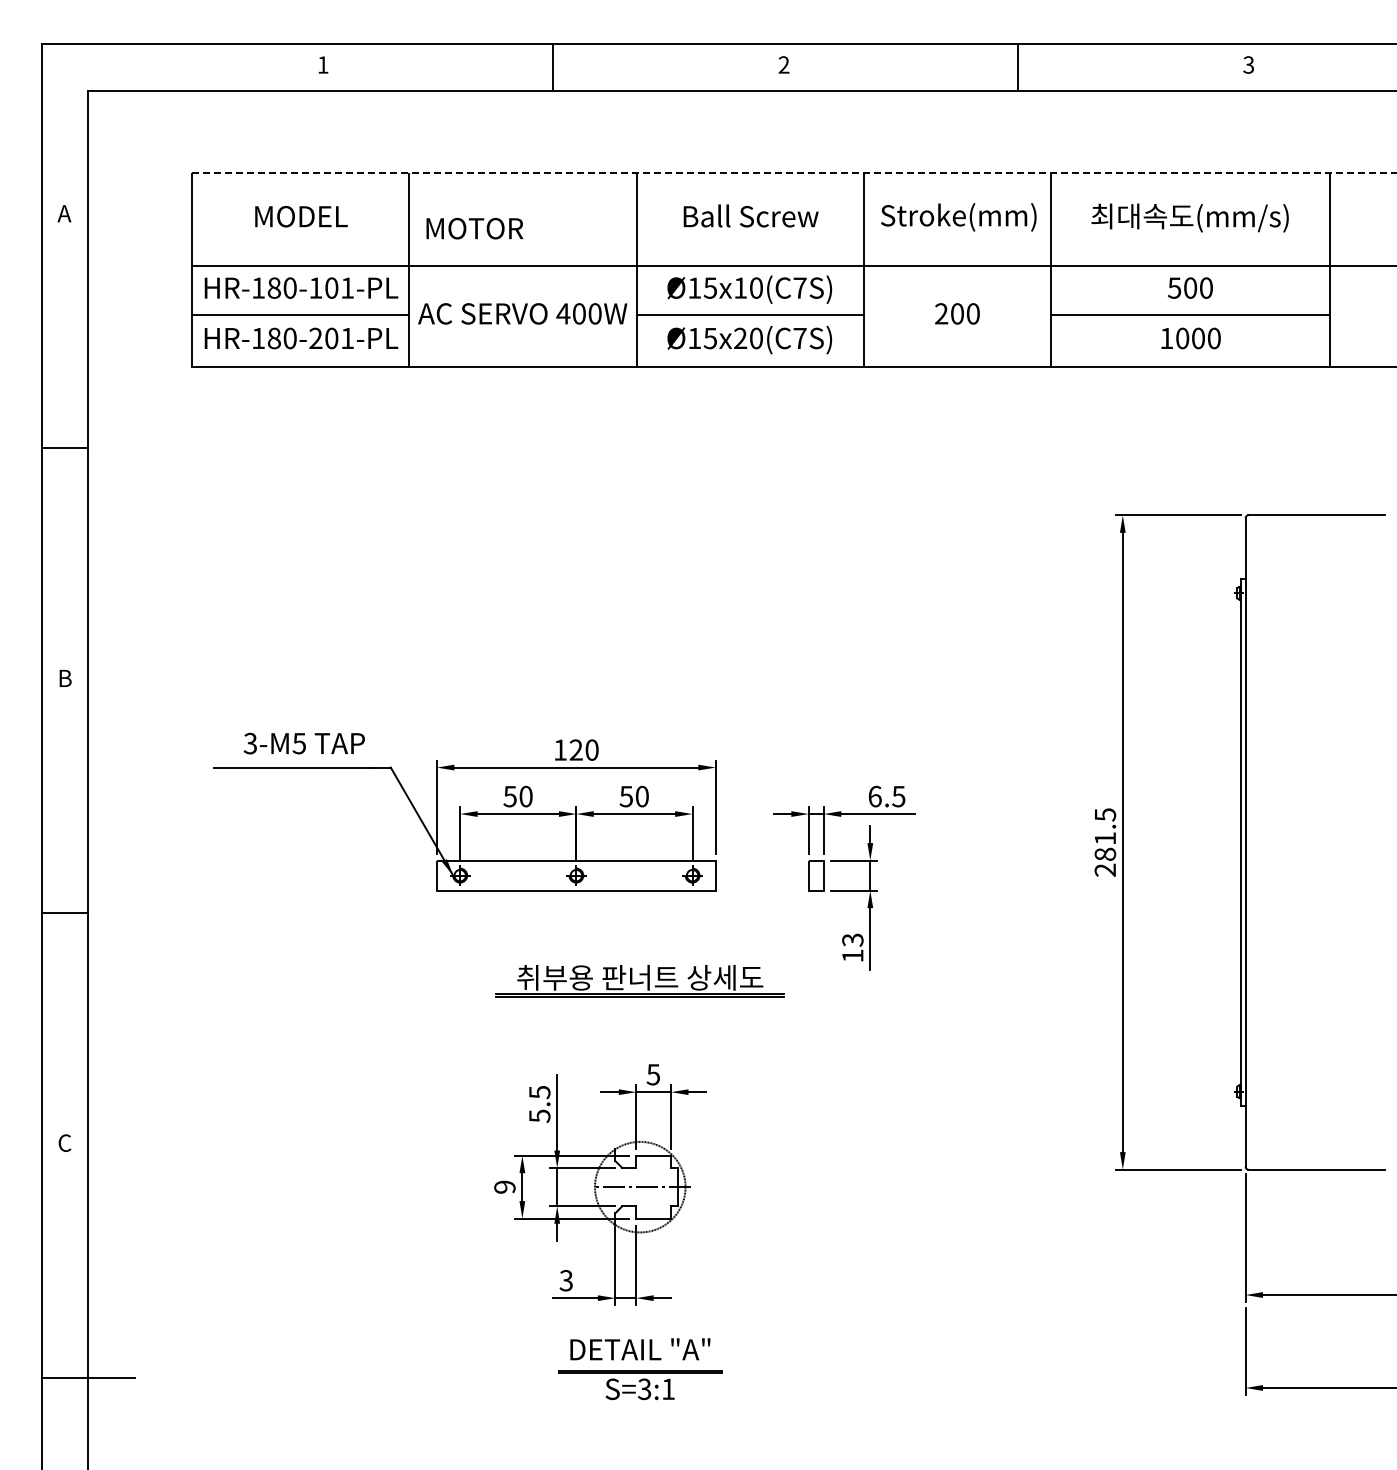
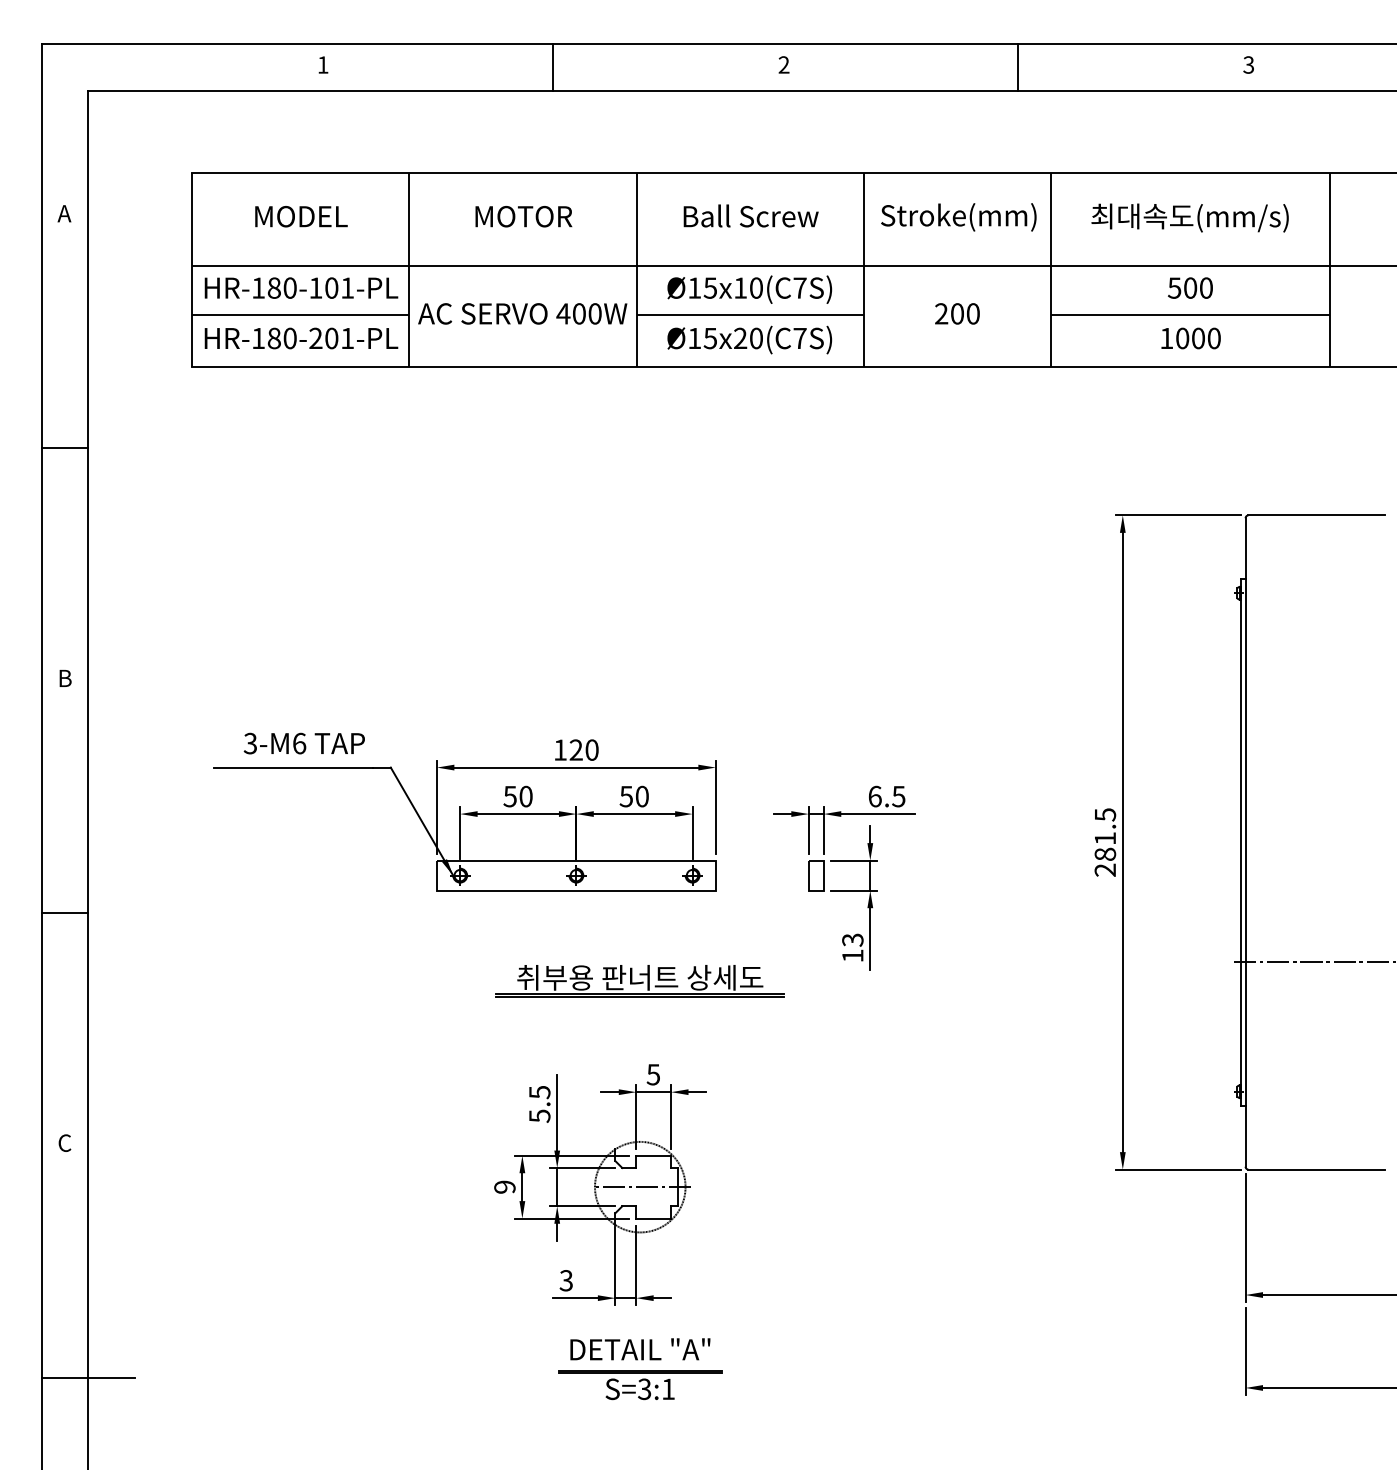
line at (794, 172): dashed -> solid
text at (474, 228) position: (474, 228) -> (523, 216)
text at (299, 743): 3-M5 -> 3-M6
line at (1313, 961): none -> present
